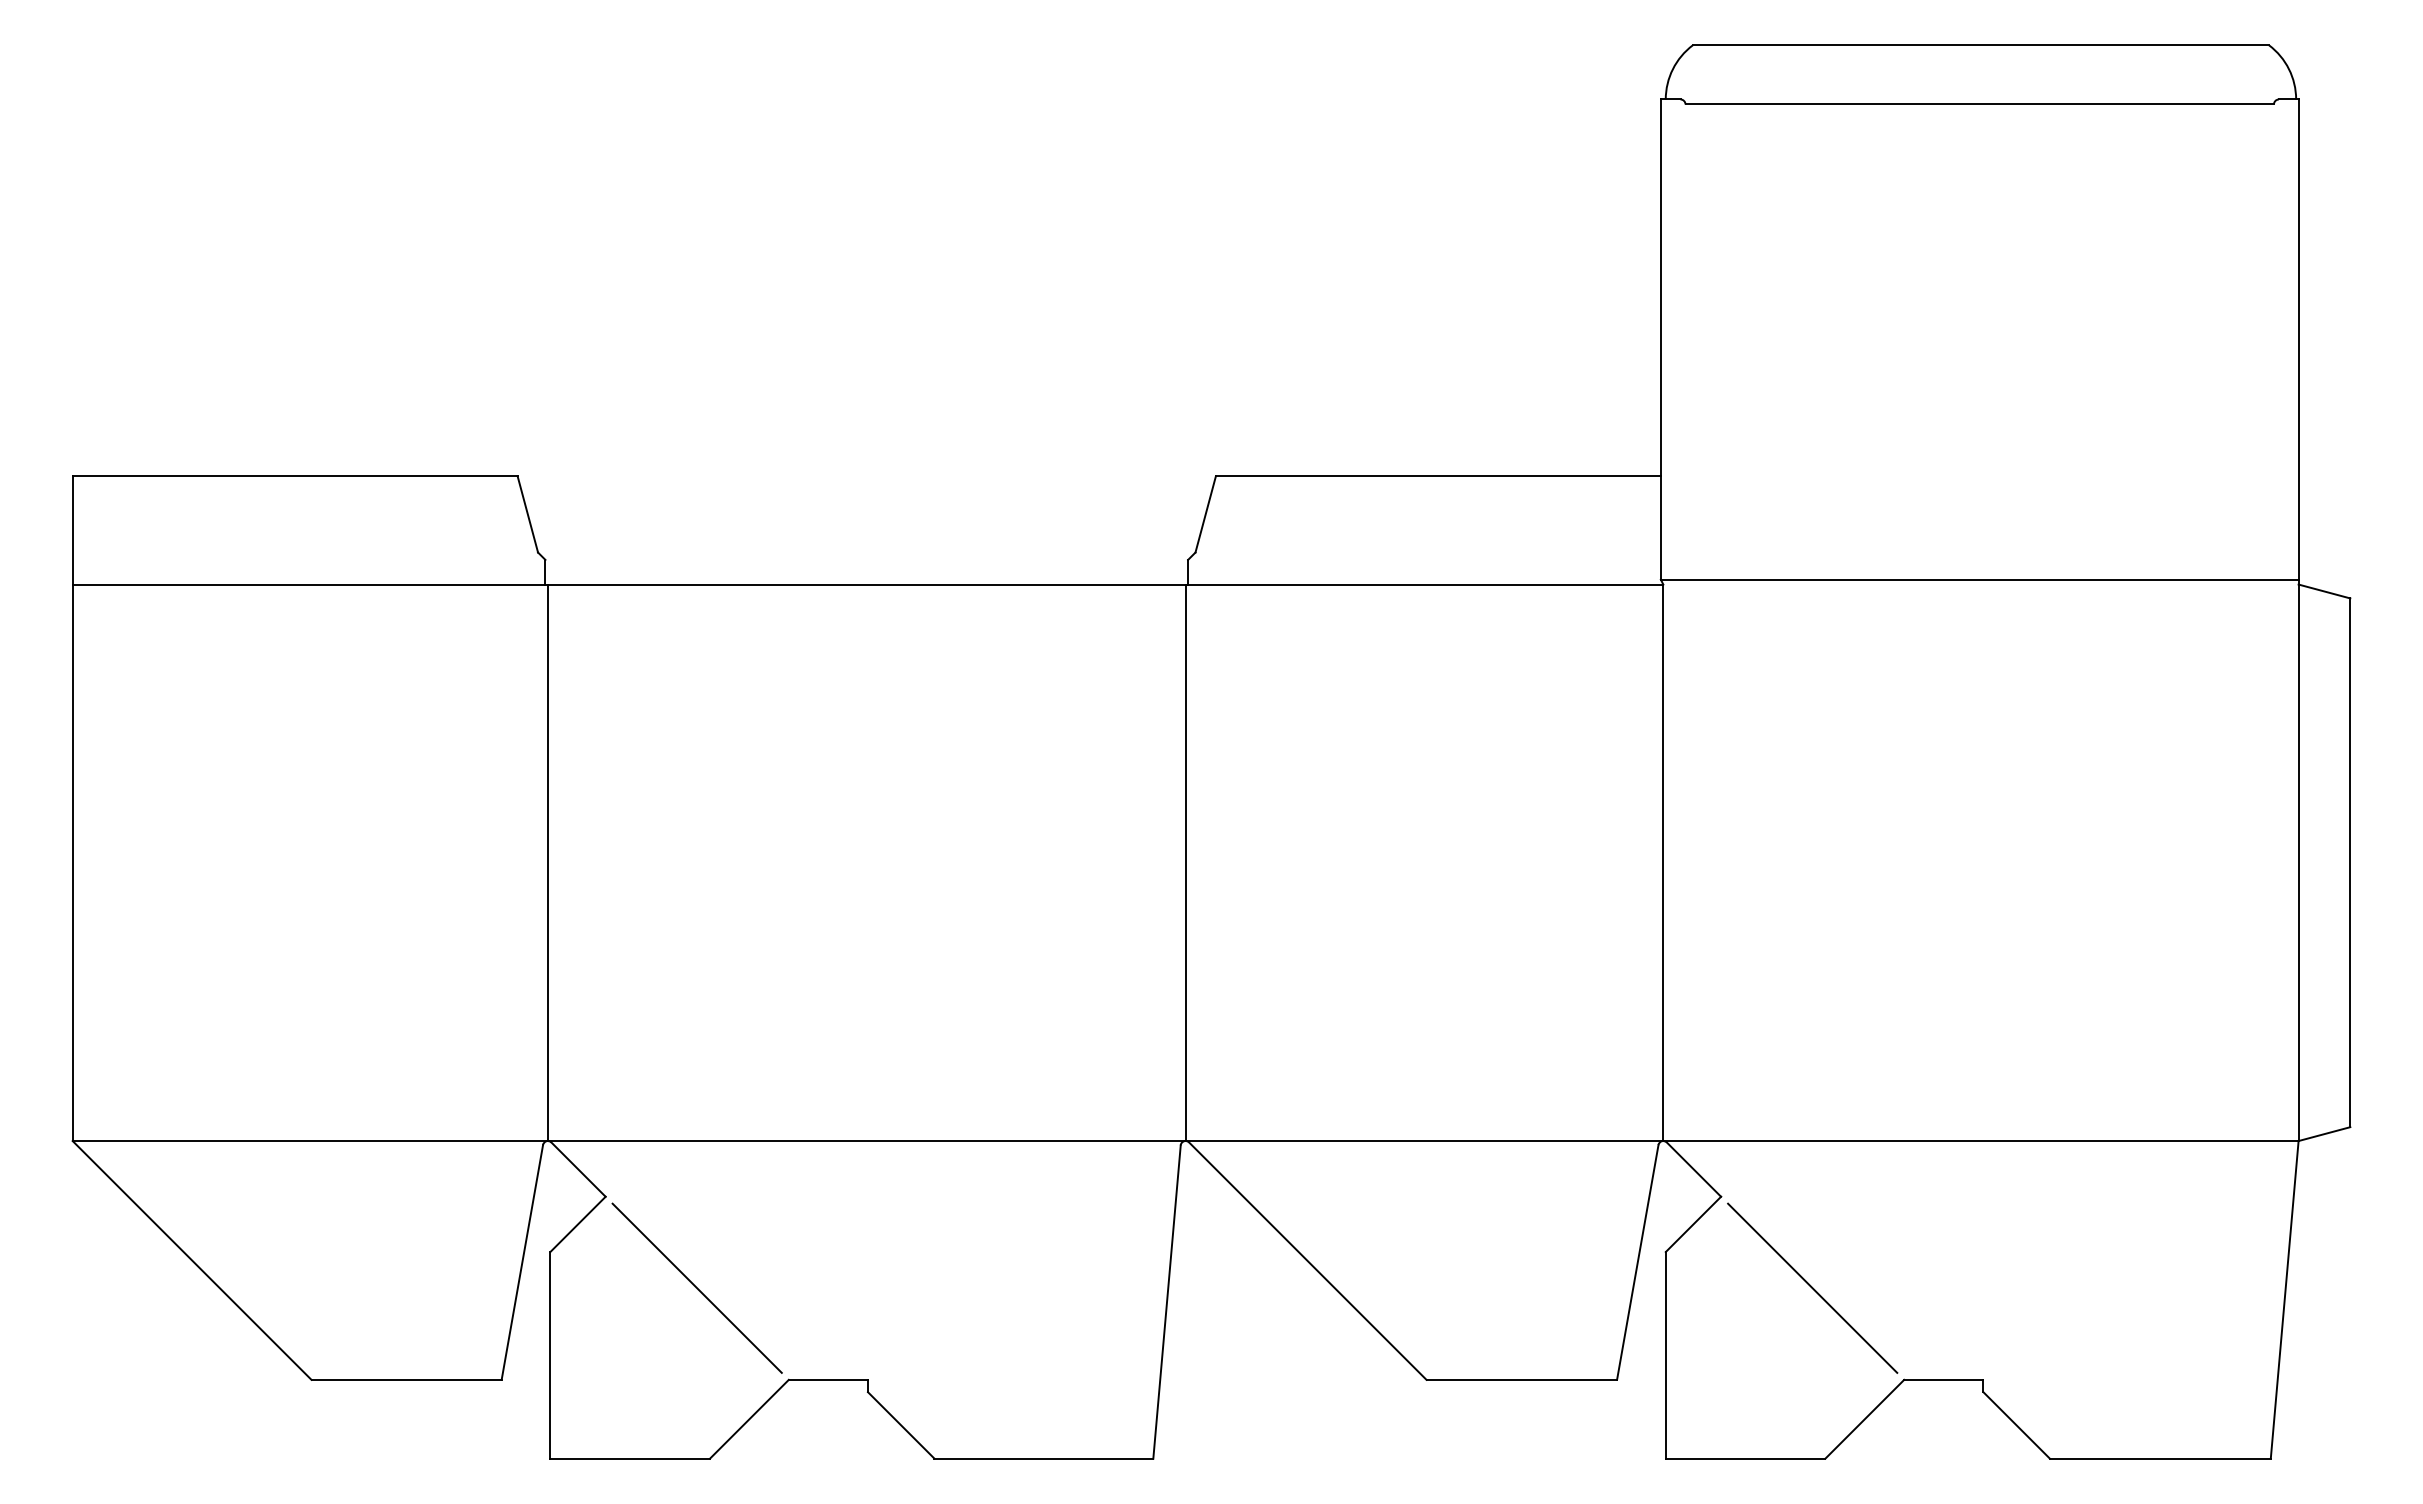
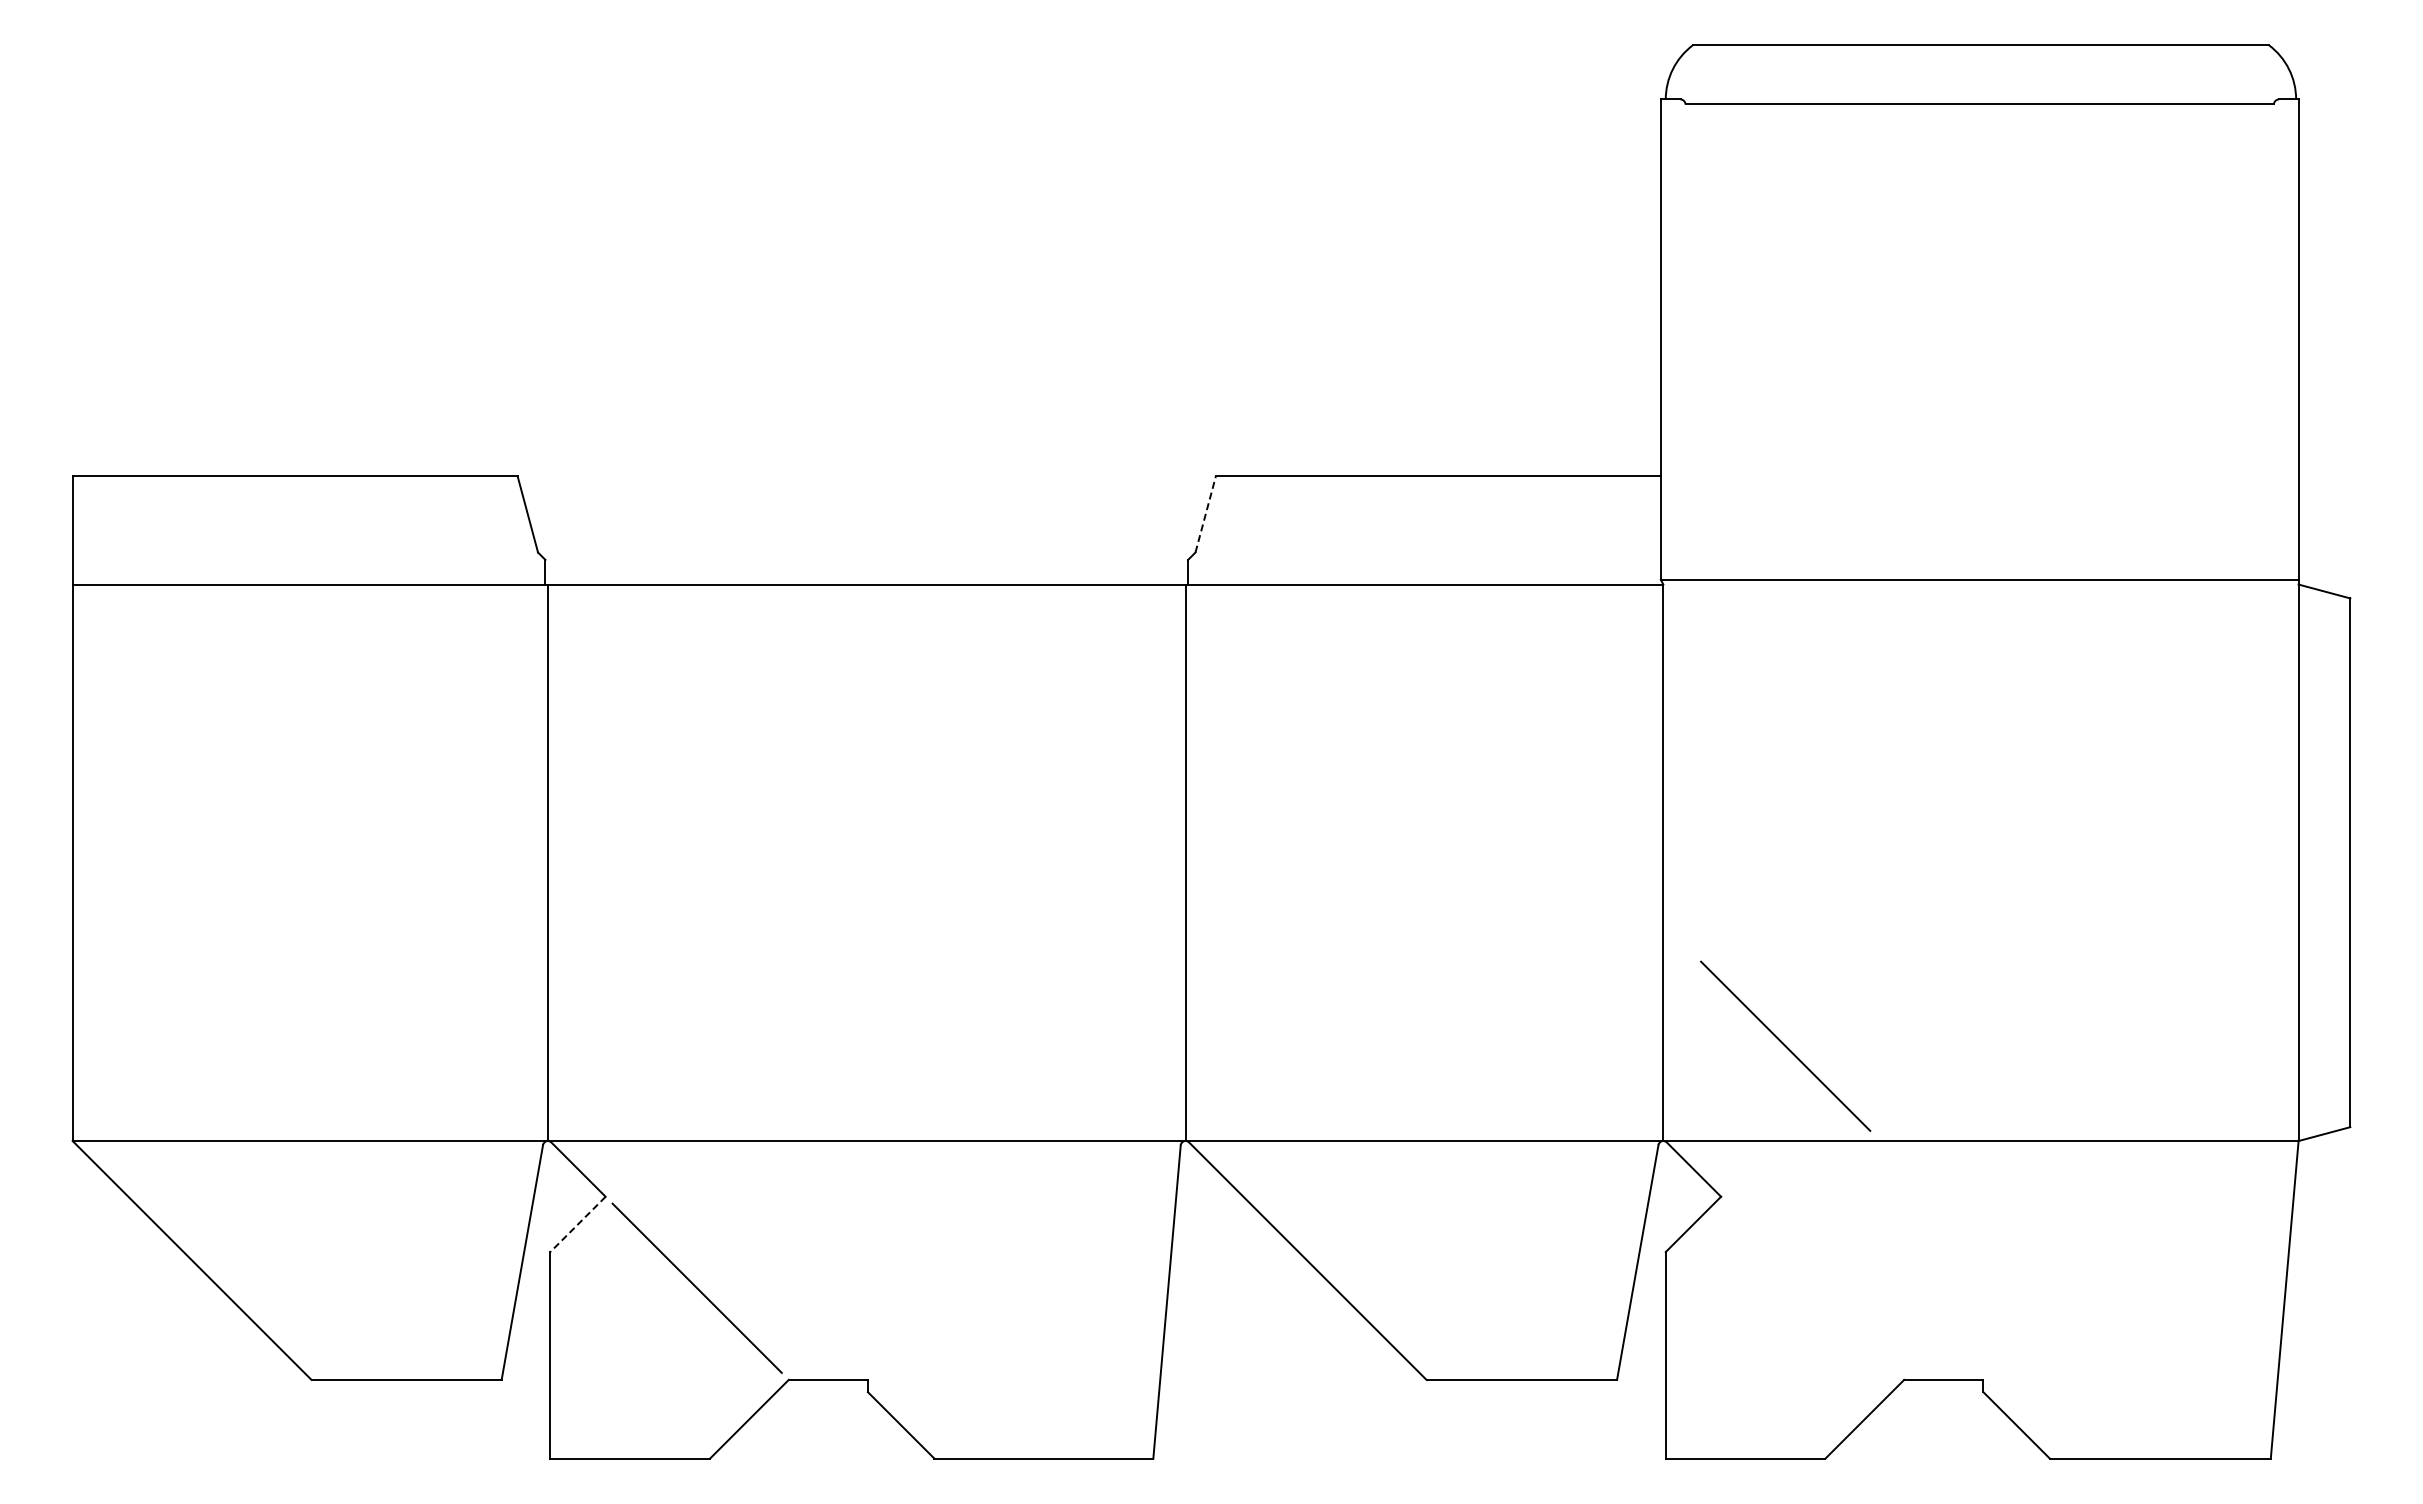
line at (1205, 514): solid -> dashed
line at (577, 1224): solid -> dashed
line at (1812, 1287) position: (1812, 1287) -> (1785, 1045)
